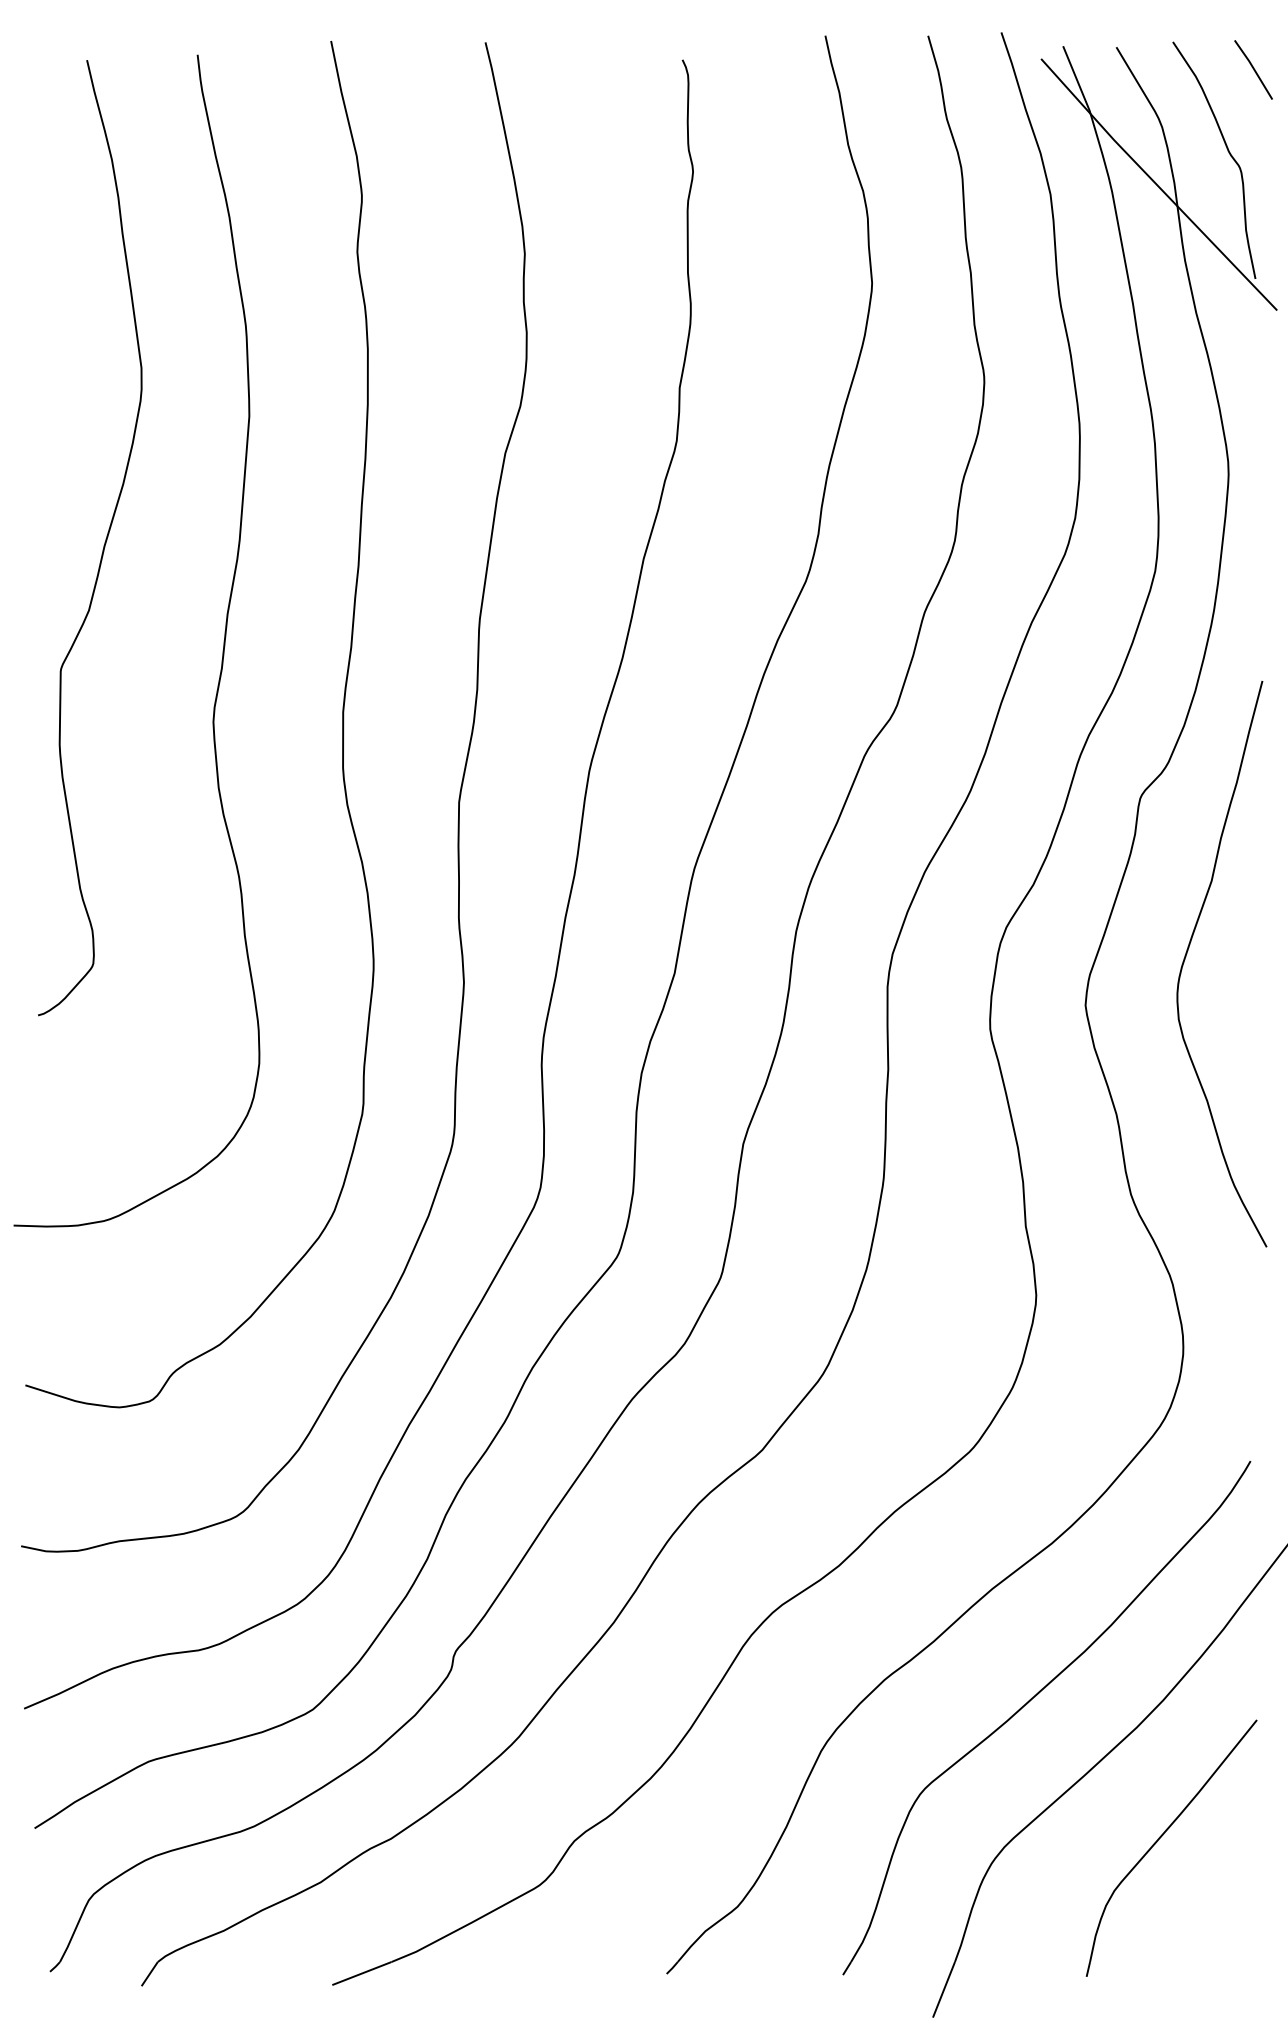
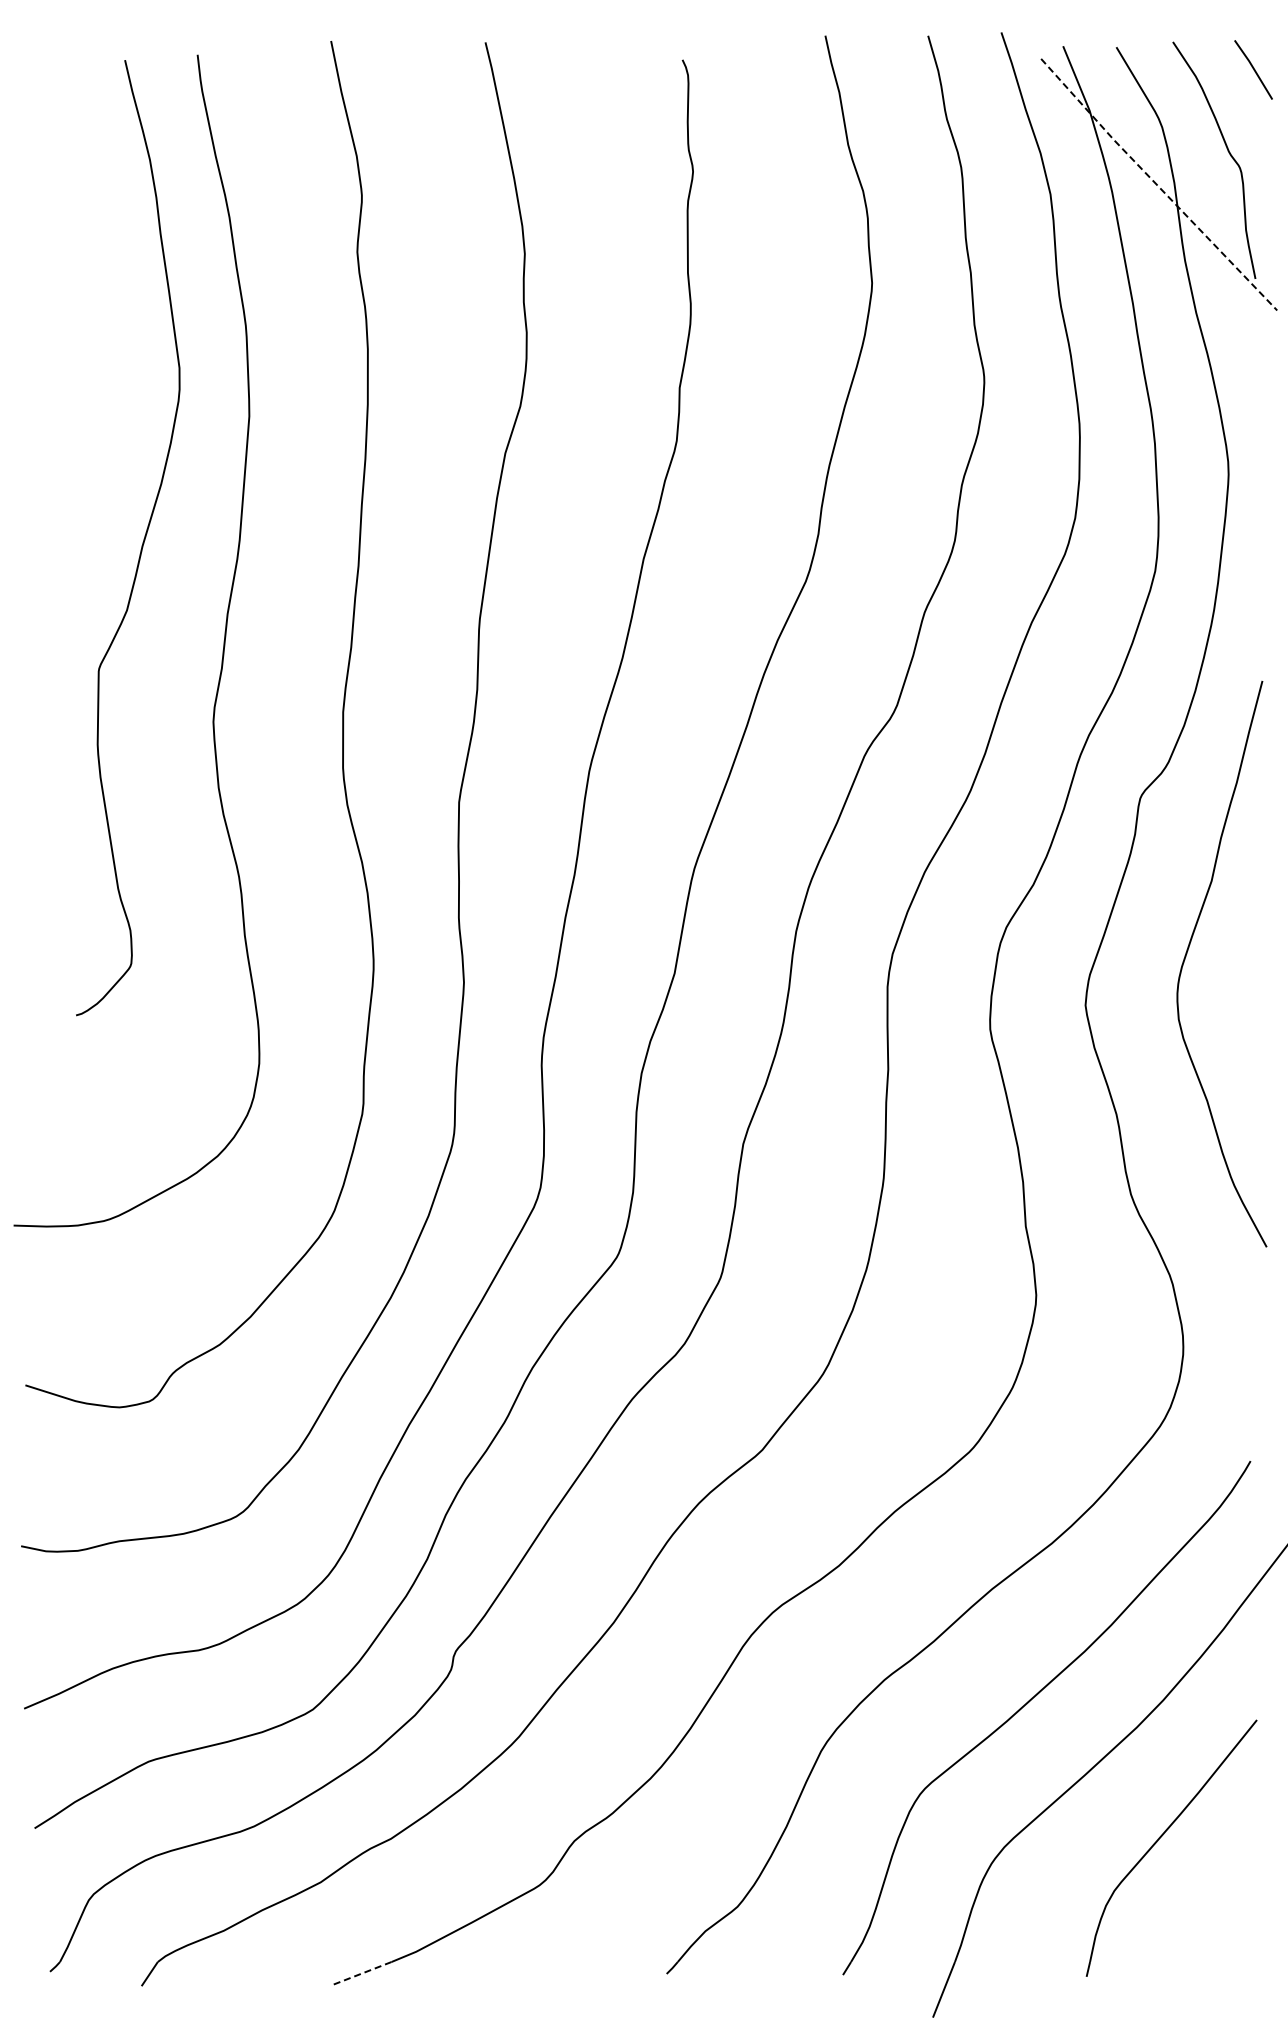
line at (1157, 185): solid -> dashed
curve at (104, 542) position: (104, 542) -> (142, 542)
line at (361, 1973): solid -> dashed
